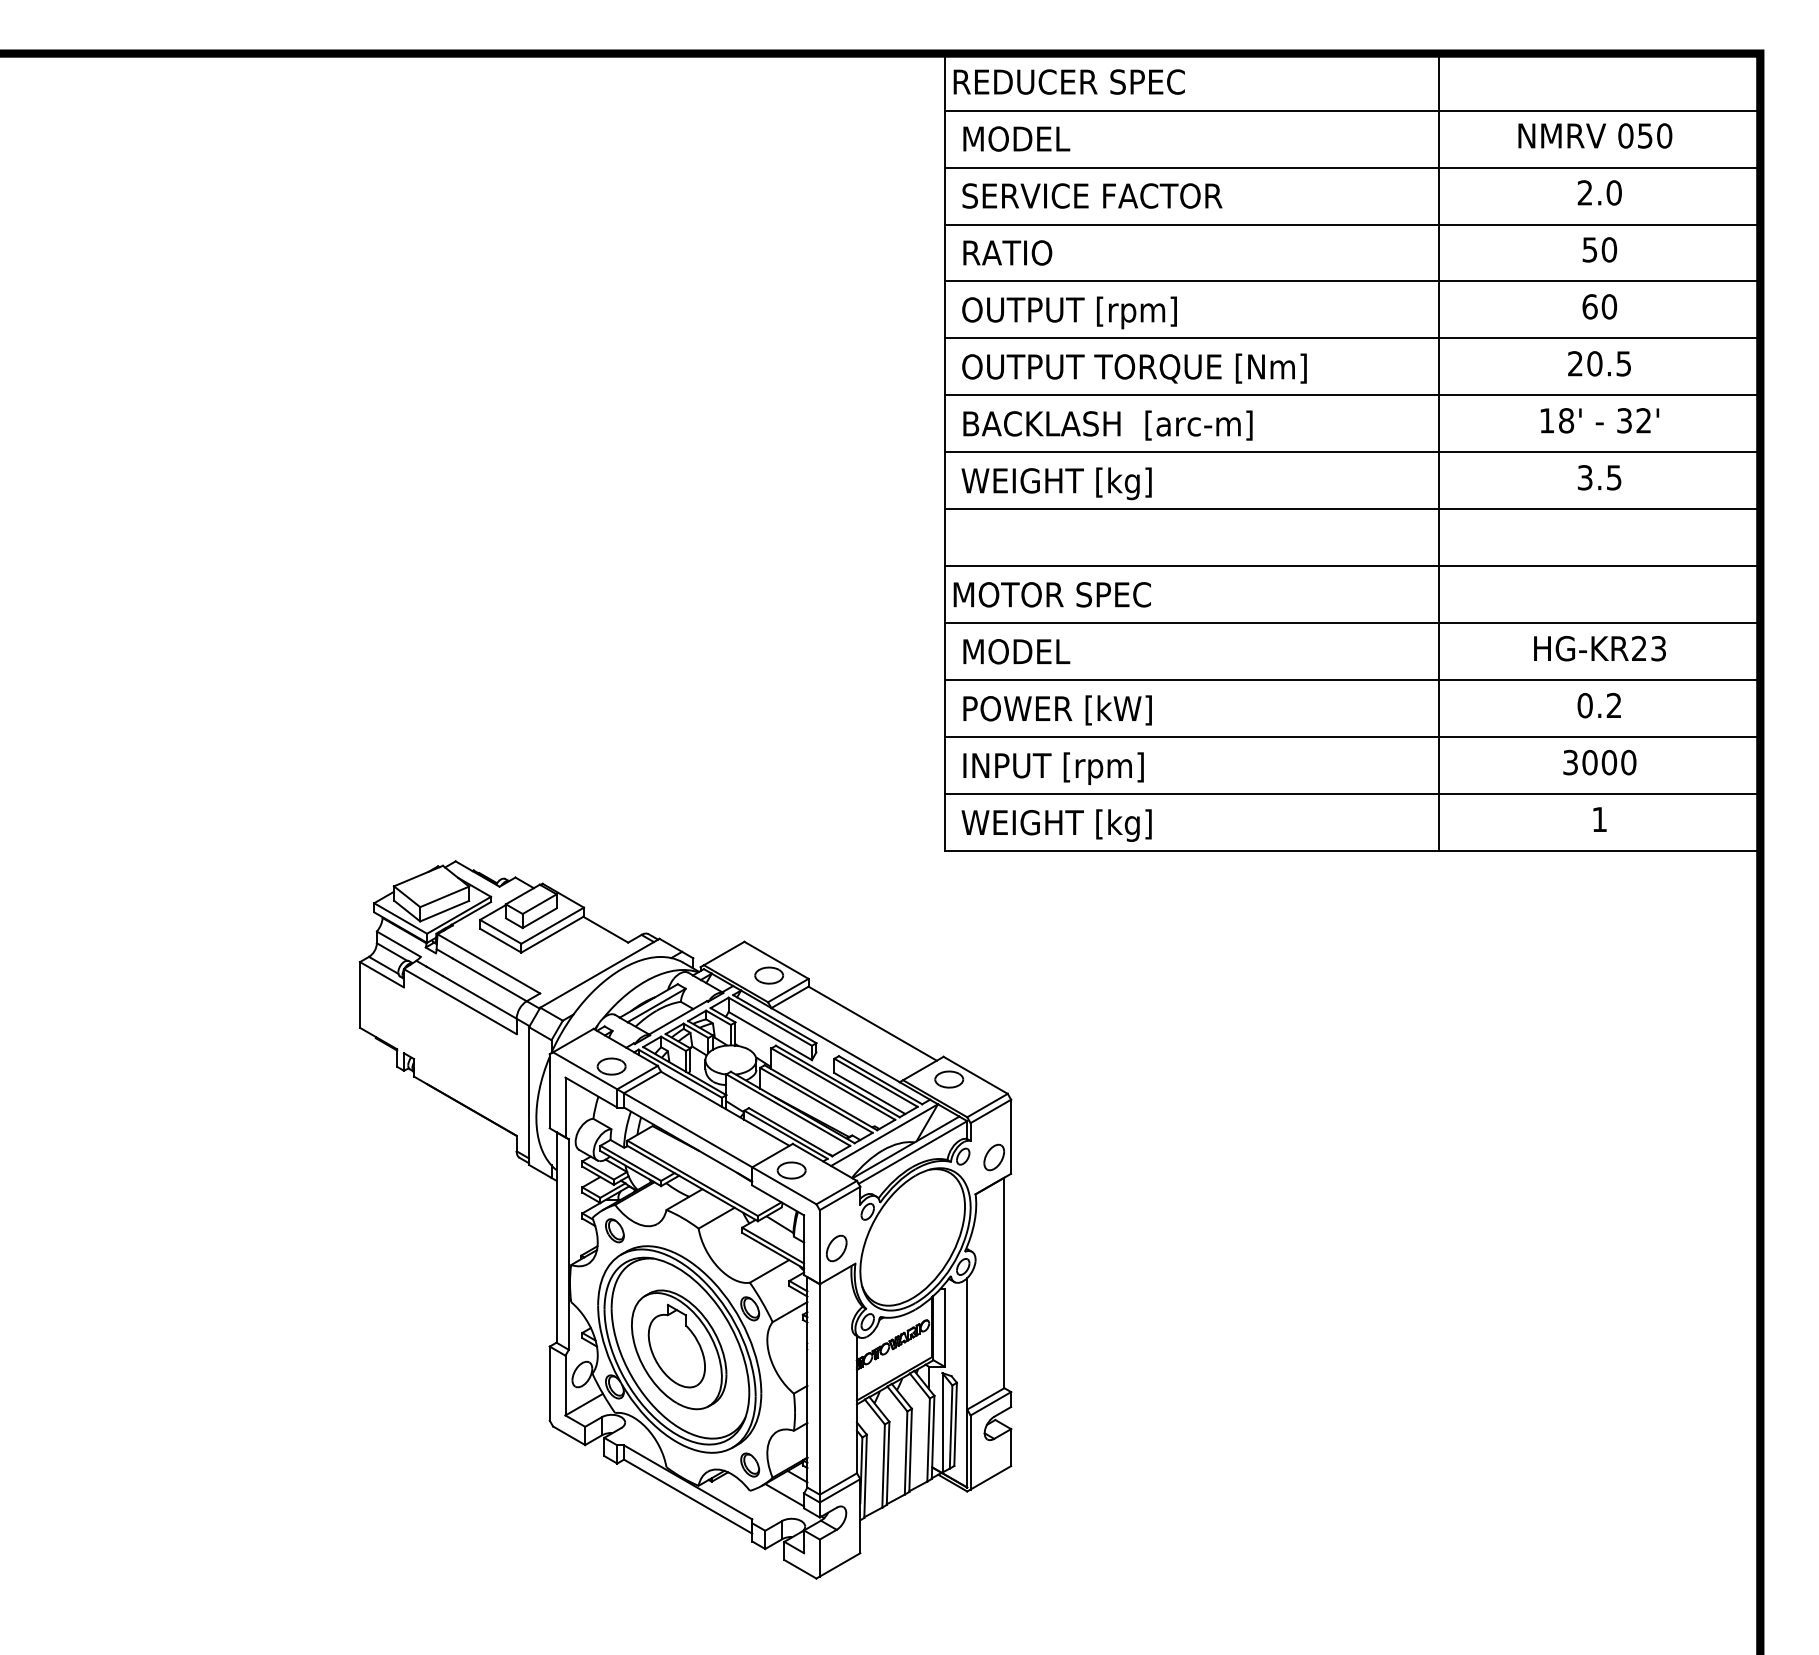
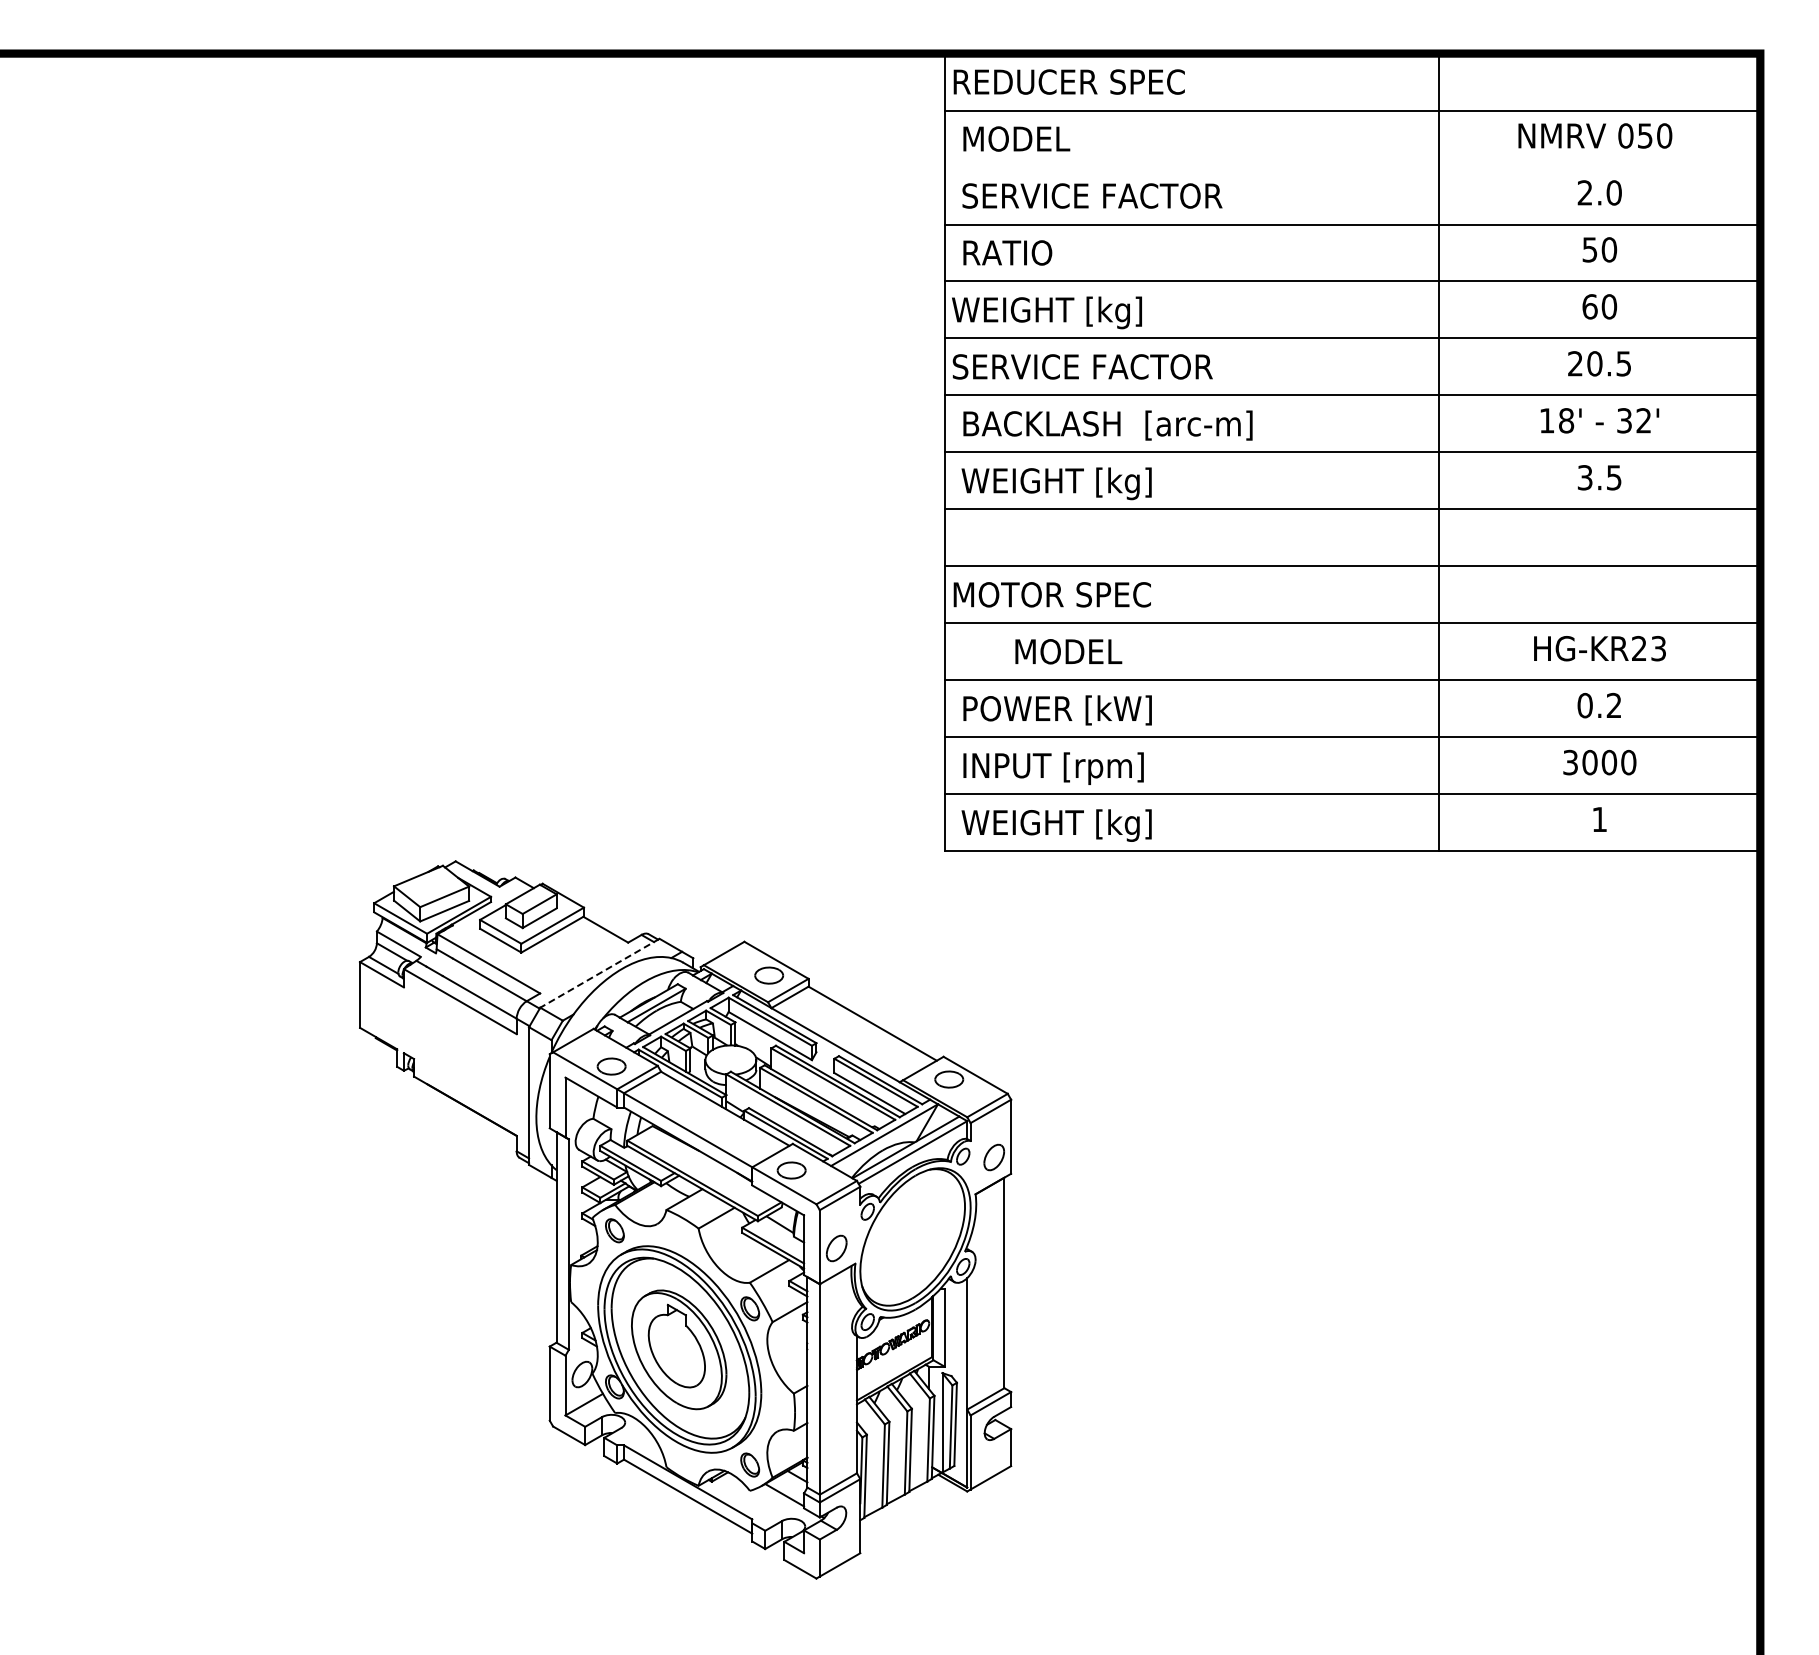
line at (1352, 167): present -> none
text at (1064, 312): OUTPUT [rpm] -> WEIGHT [kg]
text at (1129, 368): OUTPUT TORQUE [Nm] -> SERVICE FACTOR
text at (1016, 651) position: (1016, 651) -> (1068, 651)
line at (599, 973): solid -> dashed
